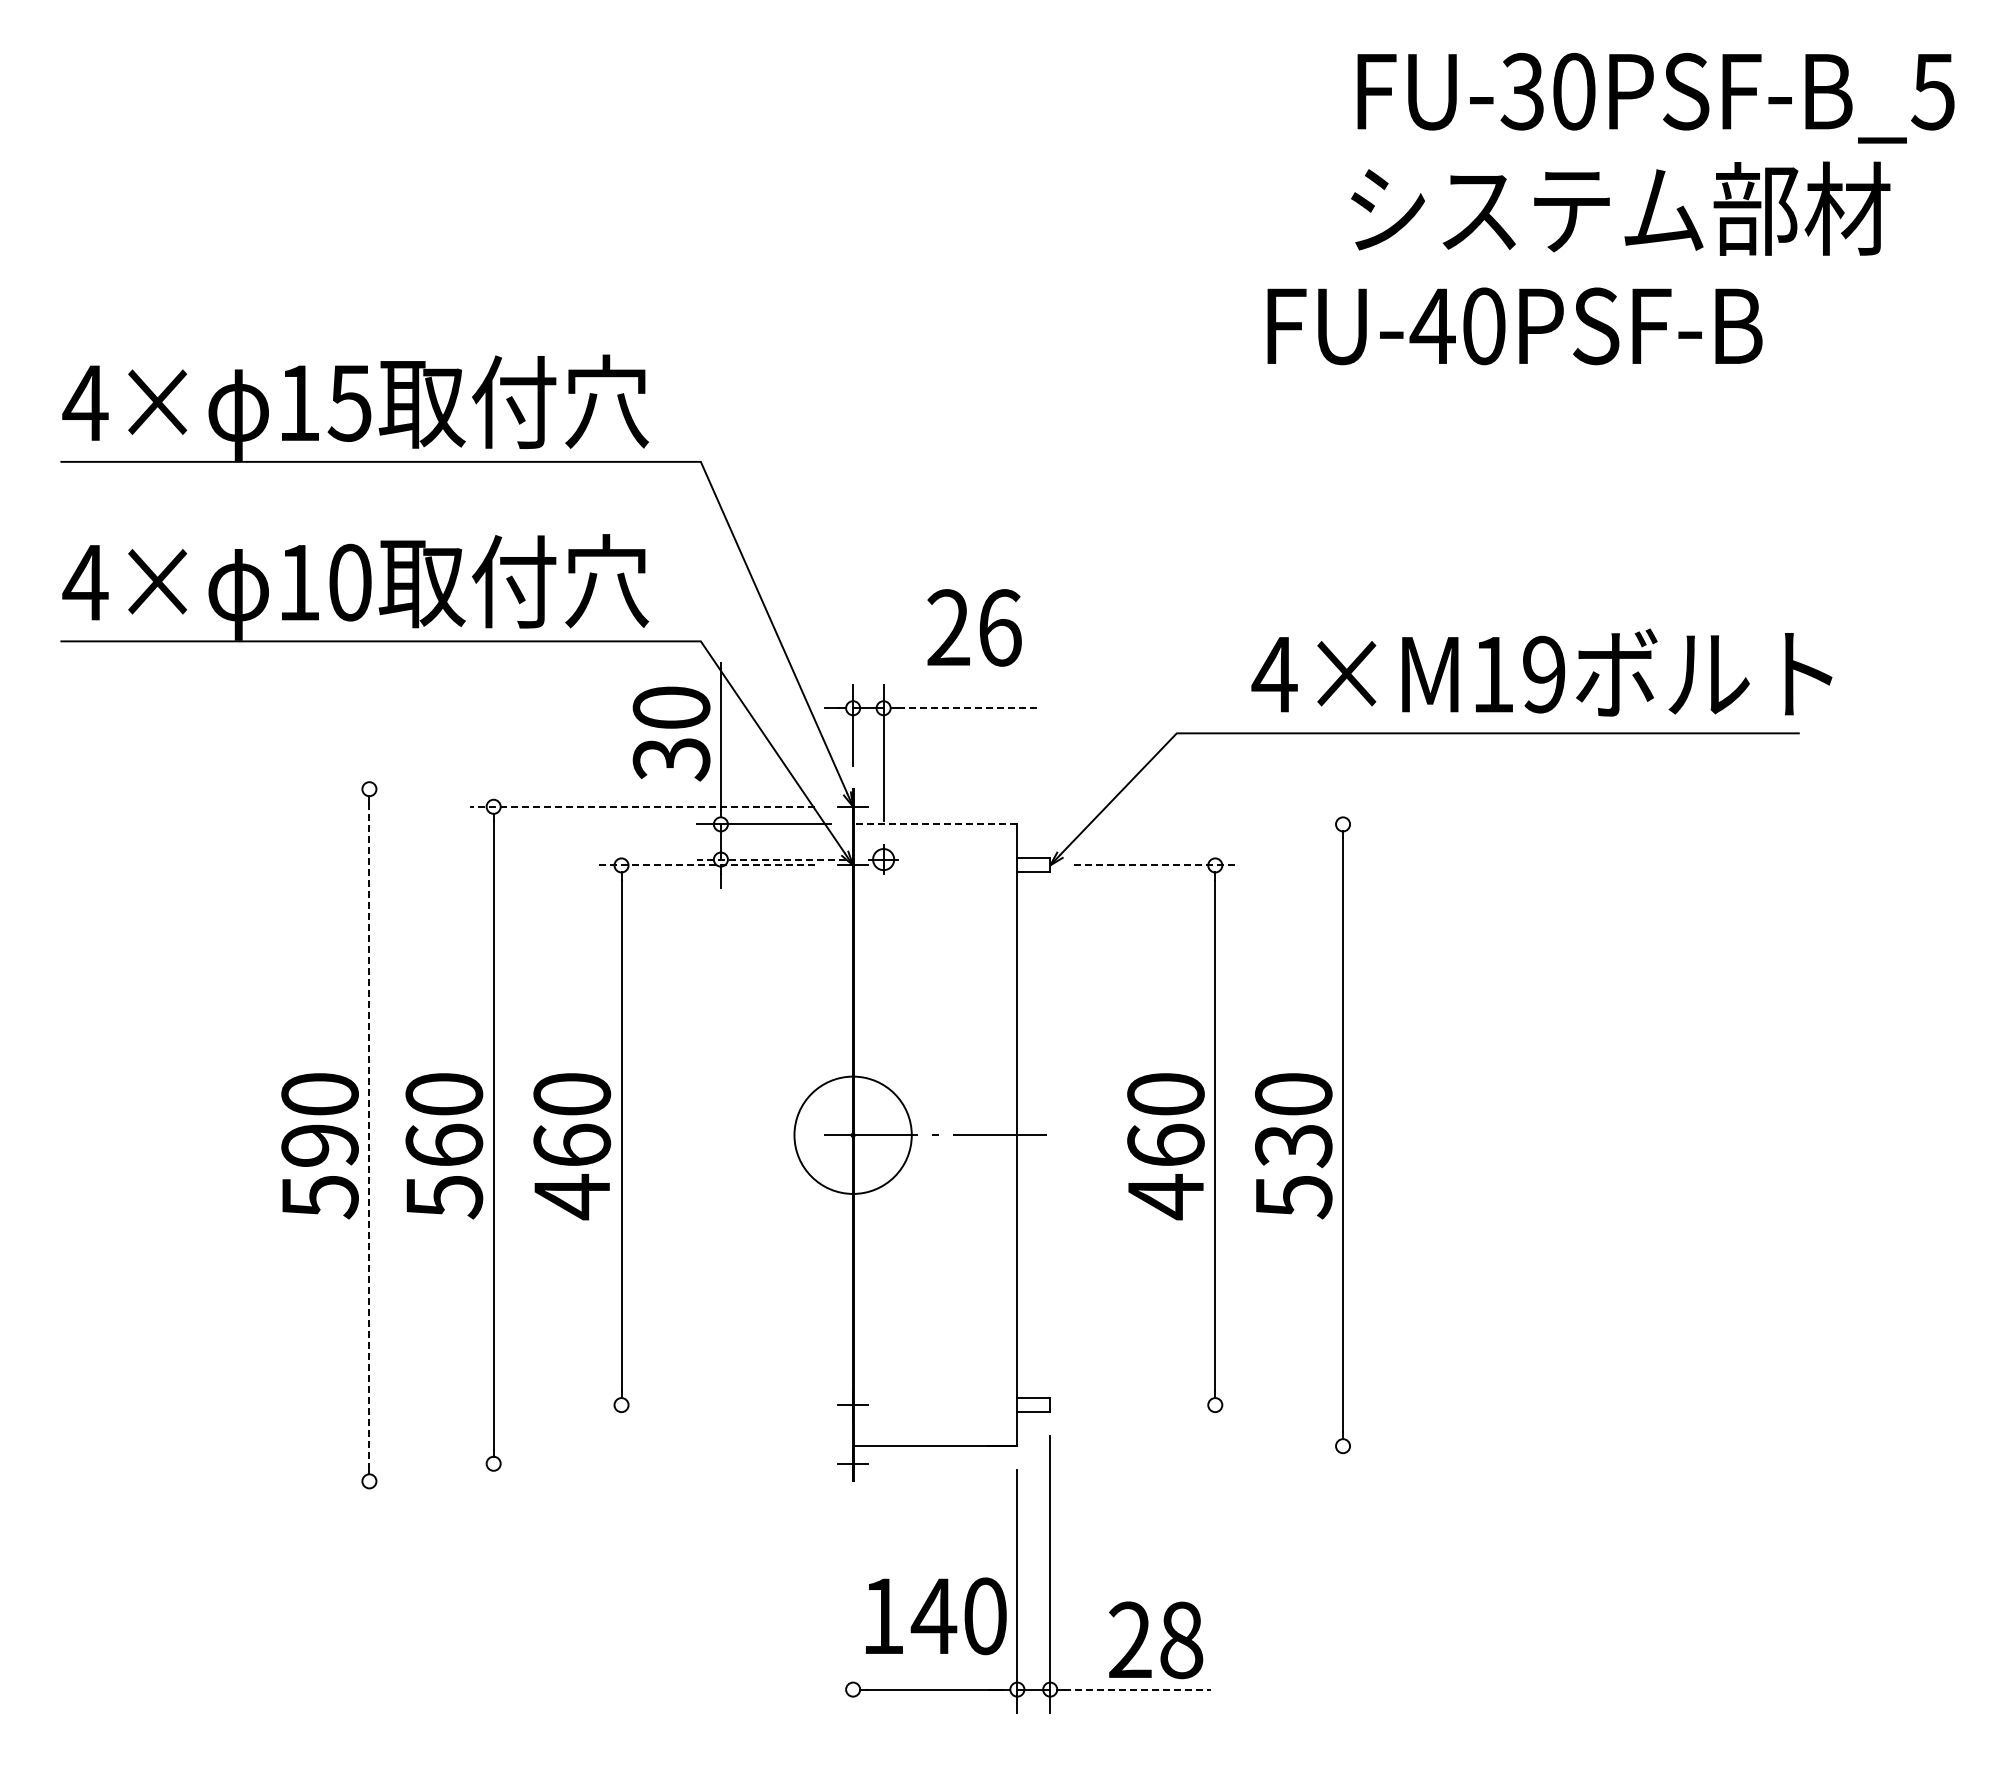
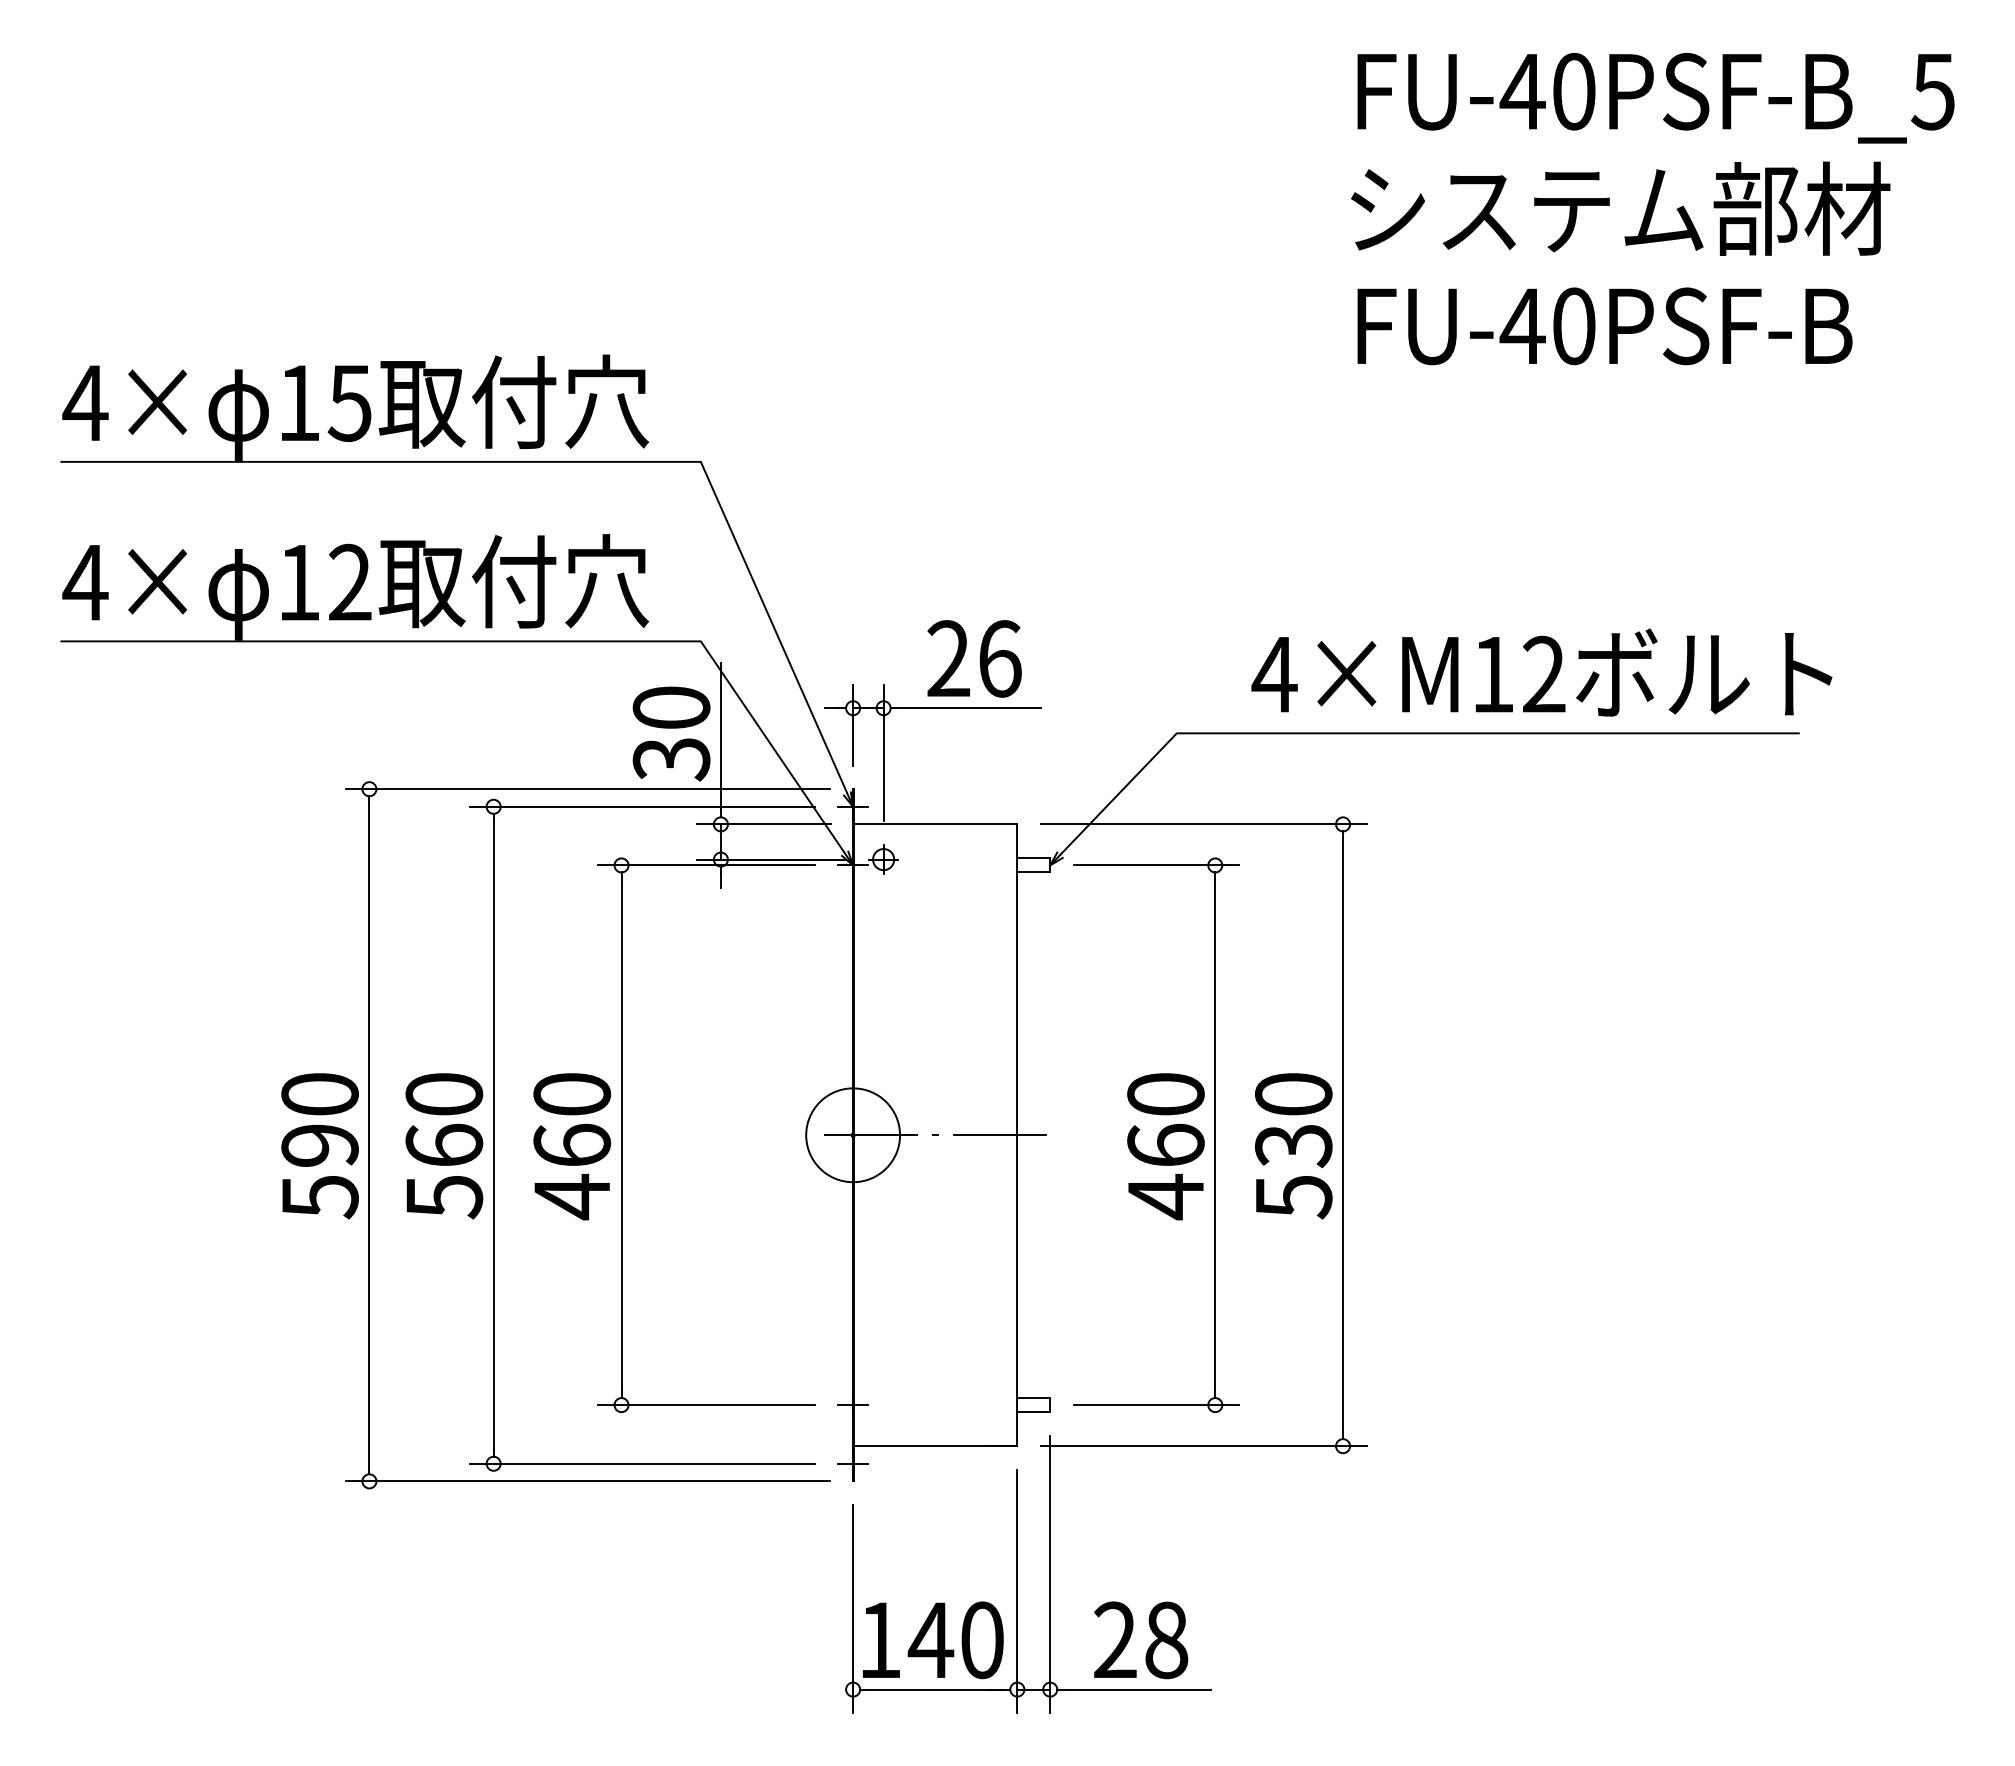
text at (1522, 91): FU-30PSF-B_5 -> FU-40PSF-B_5
text at (1514, 326) position: (1514, 326) -> (1604, 326)
text at (349, 582): 10 -> 12
text at (974, 627) position: (974, 627) -> (974, 658)
text at (1543, 674): 4×M19 -> 4×M12
line at (969, 708): dashed -> solid
line at (587, 789): none -> present
line at (642, 806): dashed -> solid
line at (935, 824): dashed -> solid
line at (1203, 824): none -> present
line at (770, 859): dashed -> solid
line at (706, 865): dashed -> solid
line at (1156, 865): dashed -> solid
circle at (852, 1134) diameter: 117 px -> 94 px
line at (369, 1135): dashed -> solid
line at (706, 1405): none -> present
line at (1155, 1405): none -> present
line at (1203, 1446): none -> present
line at (642, 1463): none -> present
line at (587, 1481): none -> present
line at (853, 1608): none -> present
text at (936, 1616) position: (936, 1616) -> (933, 1640)
text at (1156, 1640) position: (1156, 1640) -> (1141, 1640)
line at (1138, 1689): dashed -> solid
